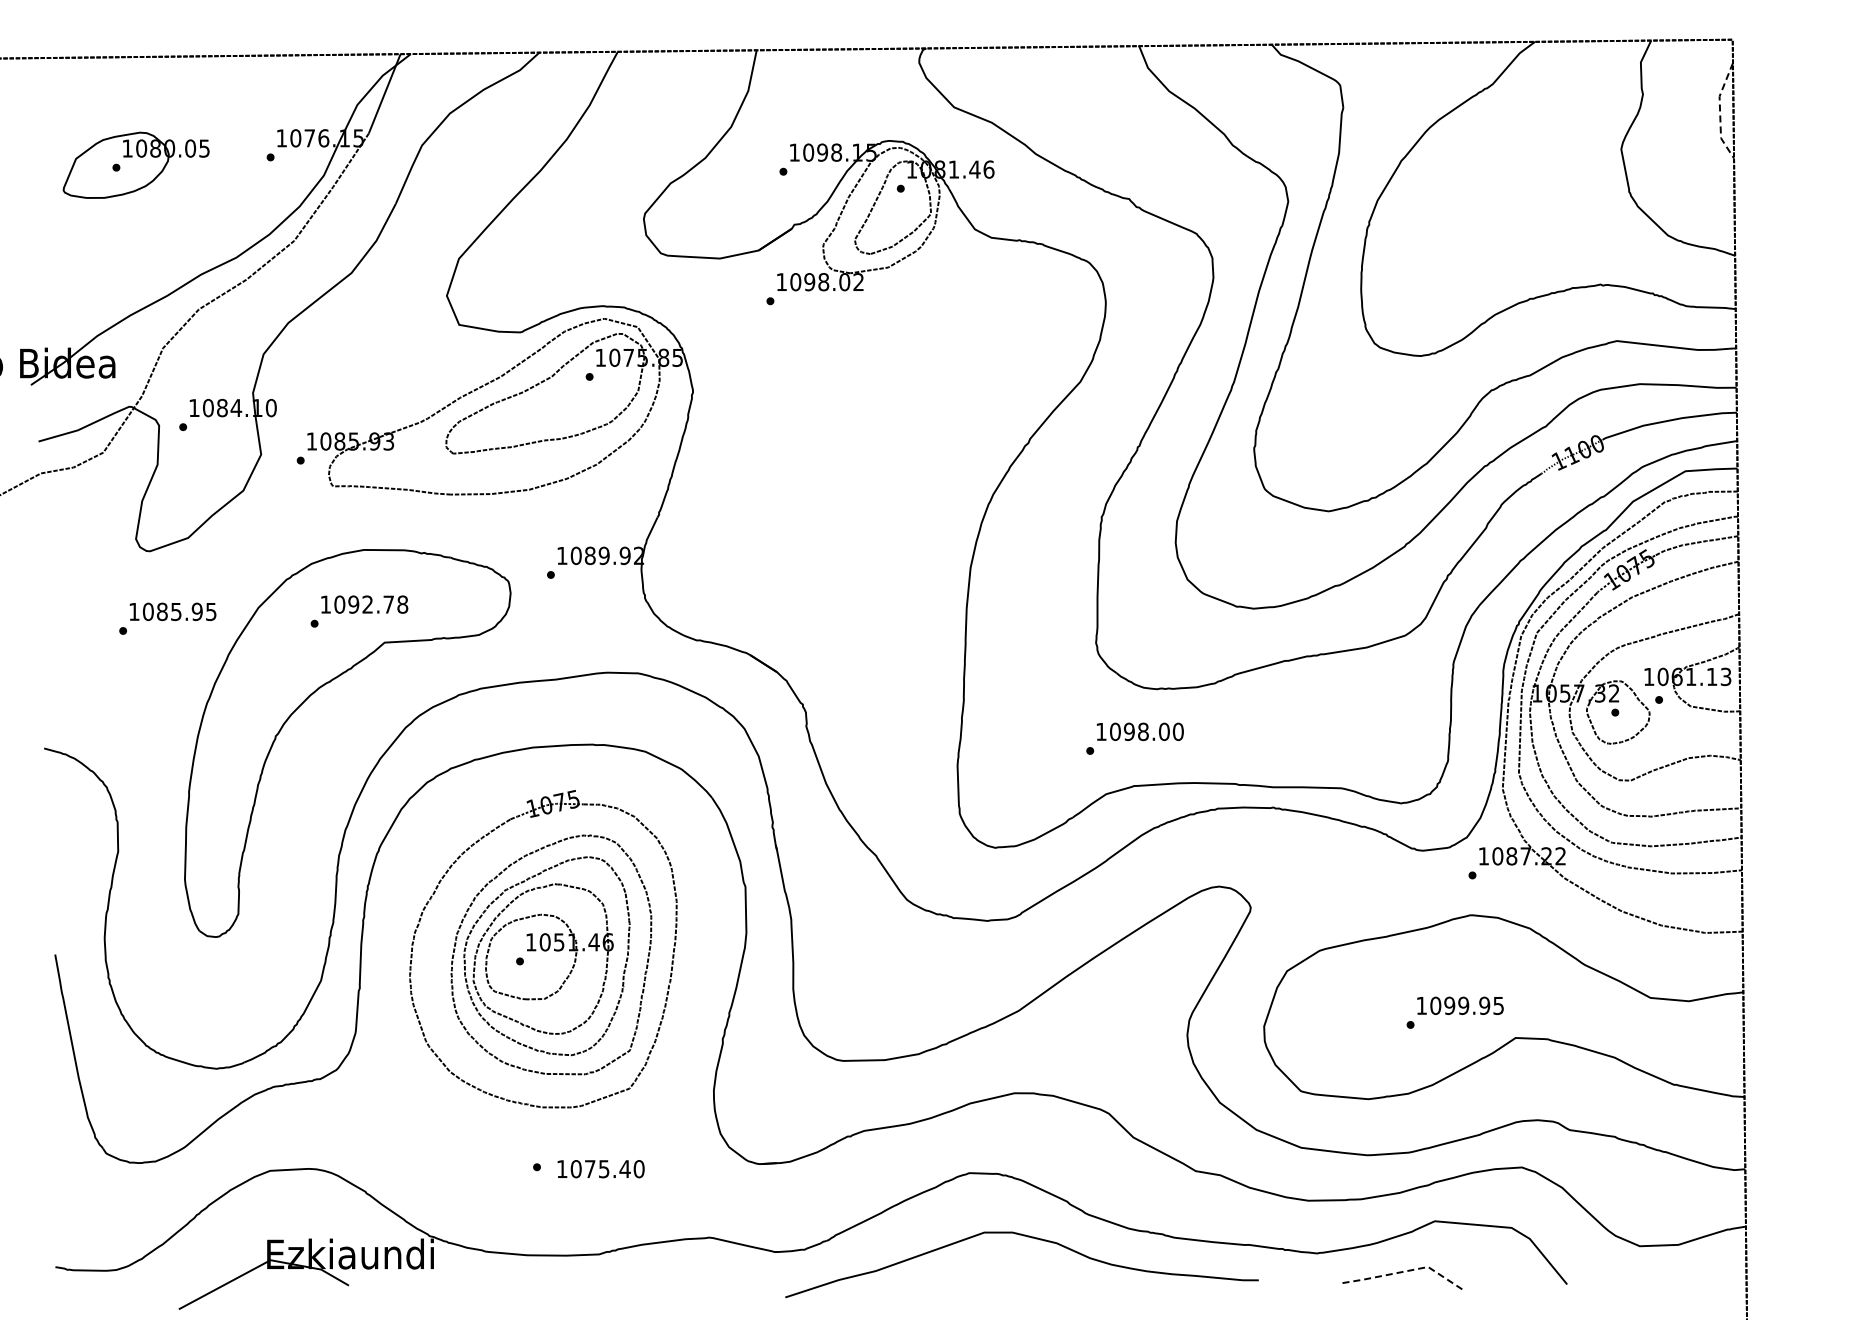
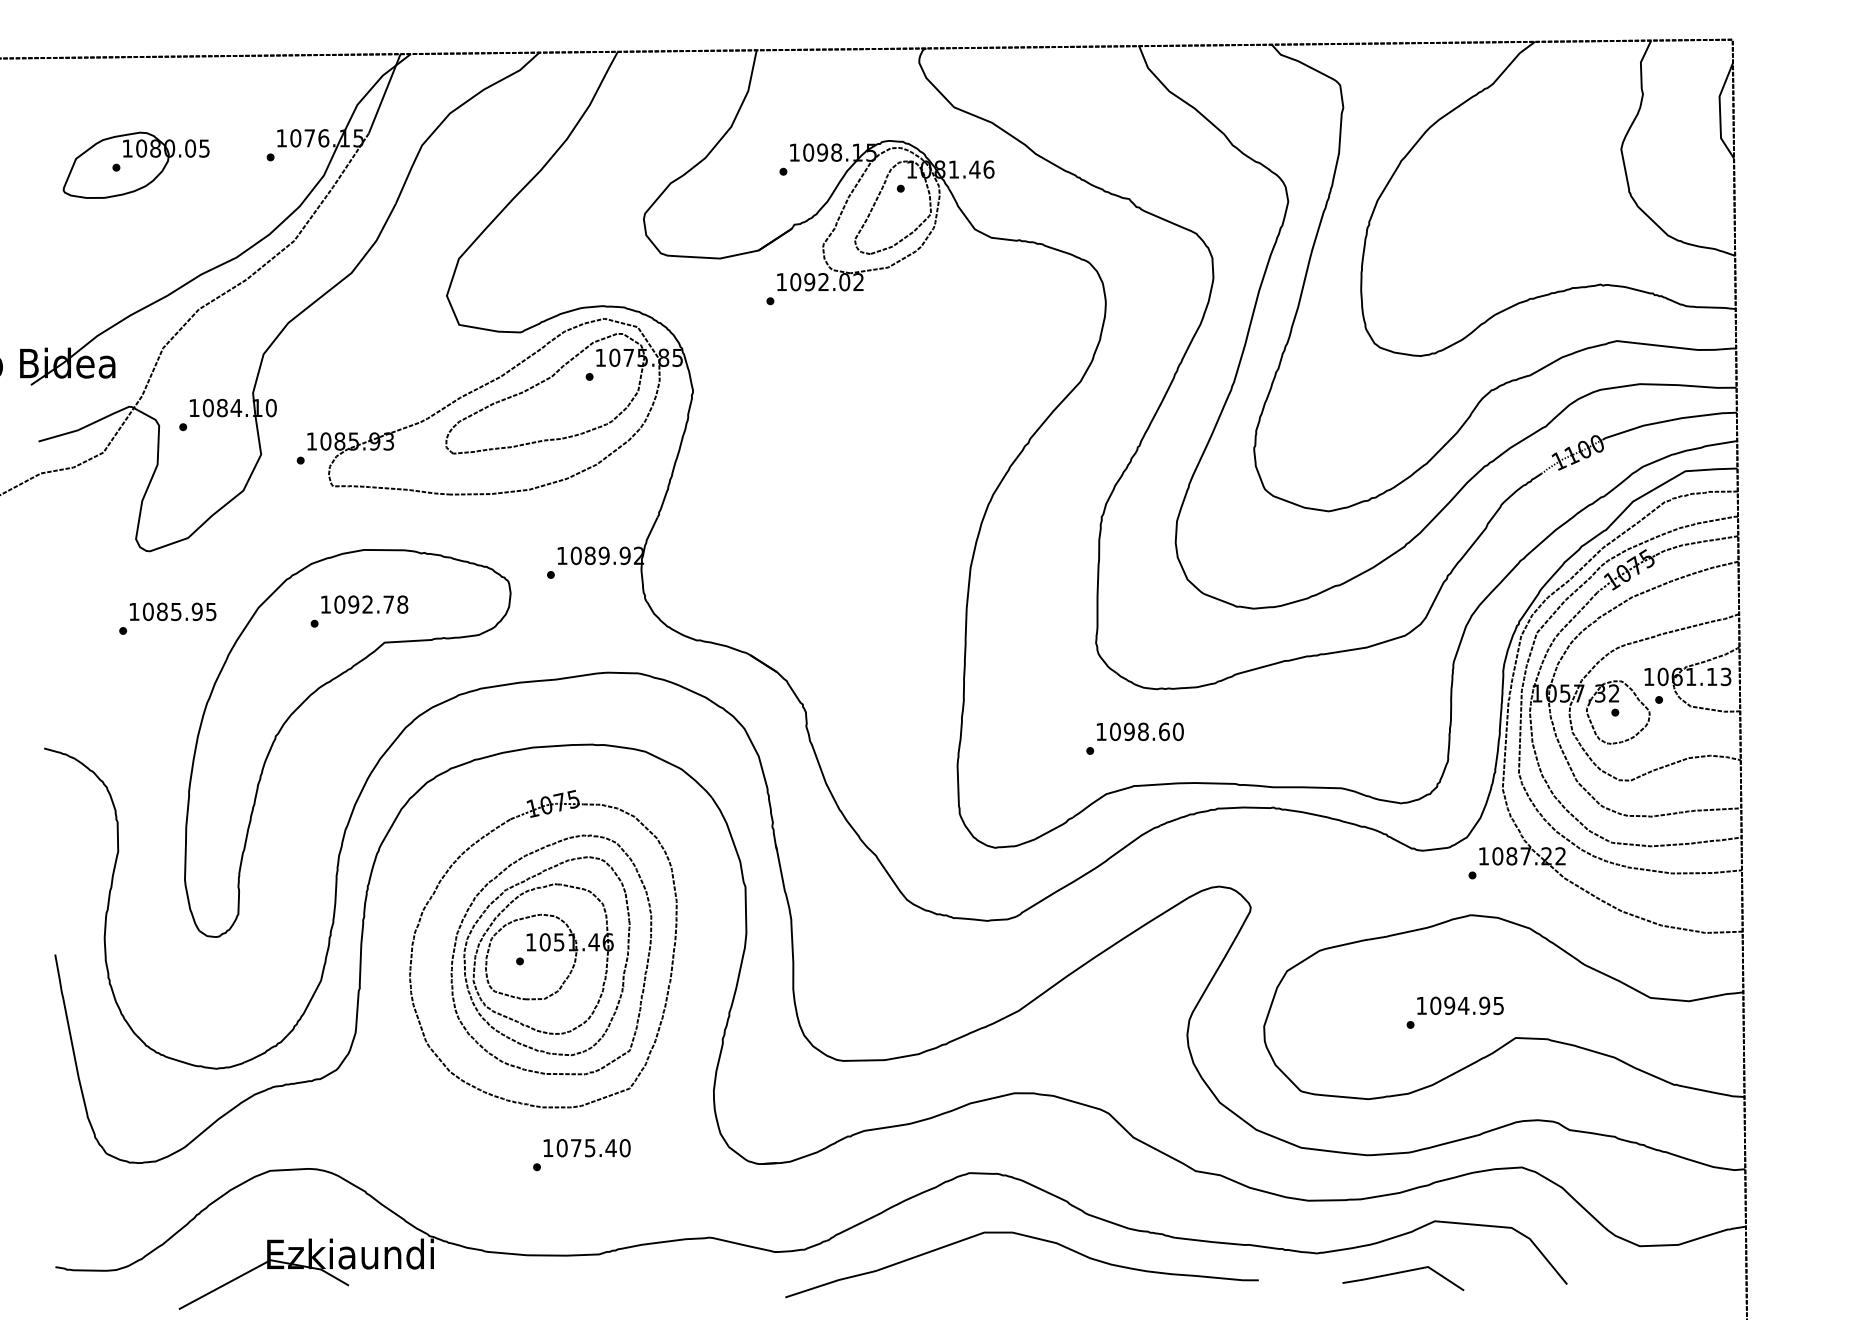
line at (1720, 111): dashed -> solid
text at (823, 282): 1098.02 -> 1092.02
text at (1164, 731): 1098.00 -> 1098.60
text at (1463, 1005): 1099.95 -> 1094.95
text at (600, 1169) position: (600, 1169) -> (586, 1148)
line at (1406, 1271): dashed -> solid
